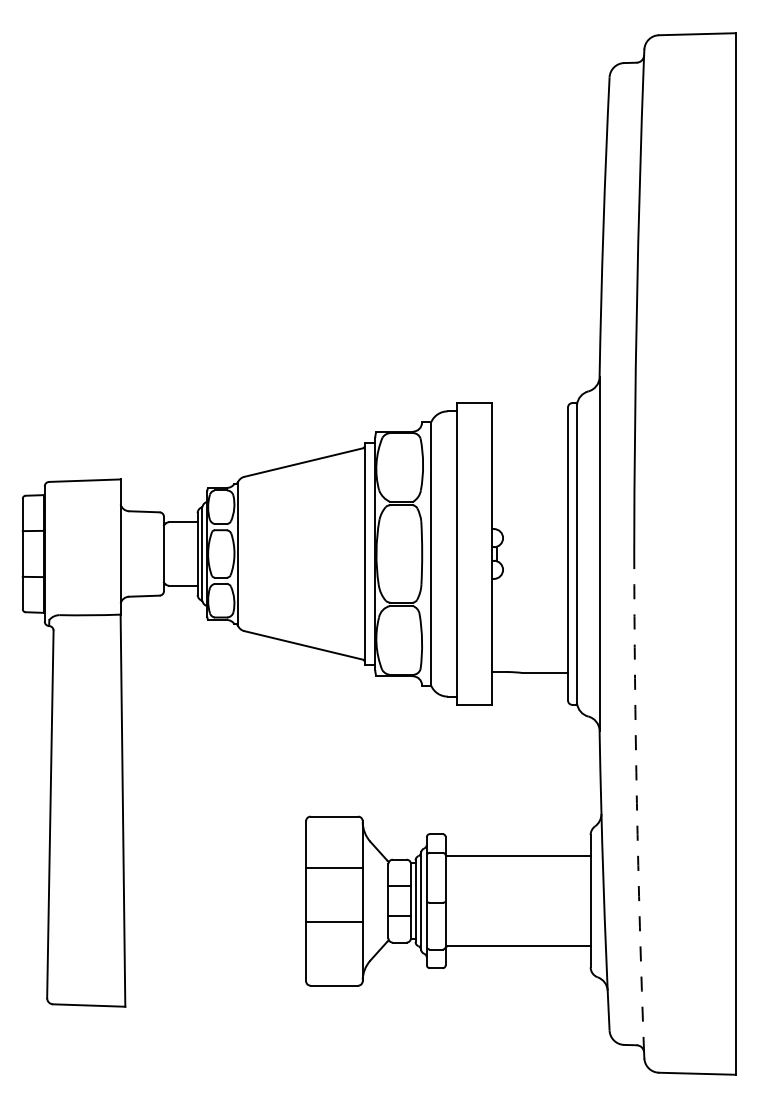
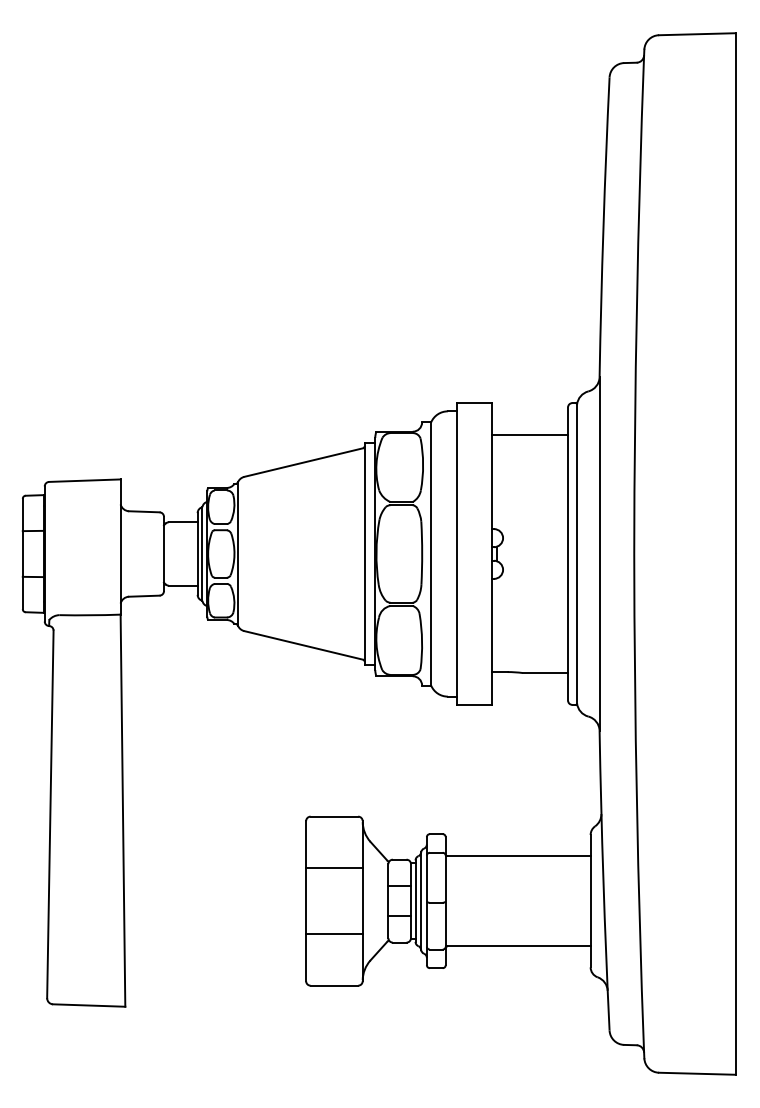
line at (529, 434): none -> present
arc at (636, 803): dashed -> solid
line at (334, 922) position: (334, 922) -> (334, 934)
